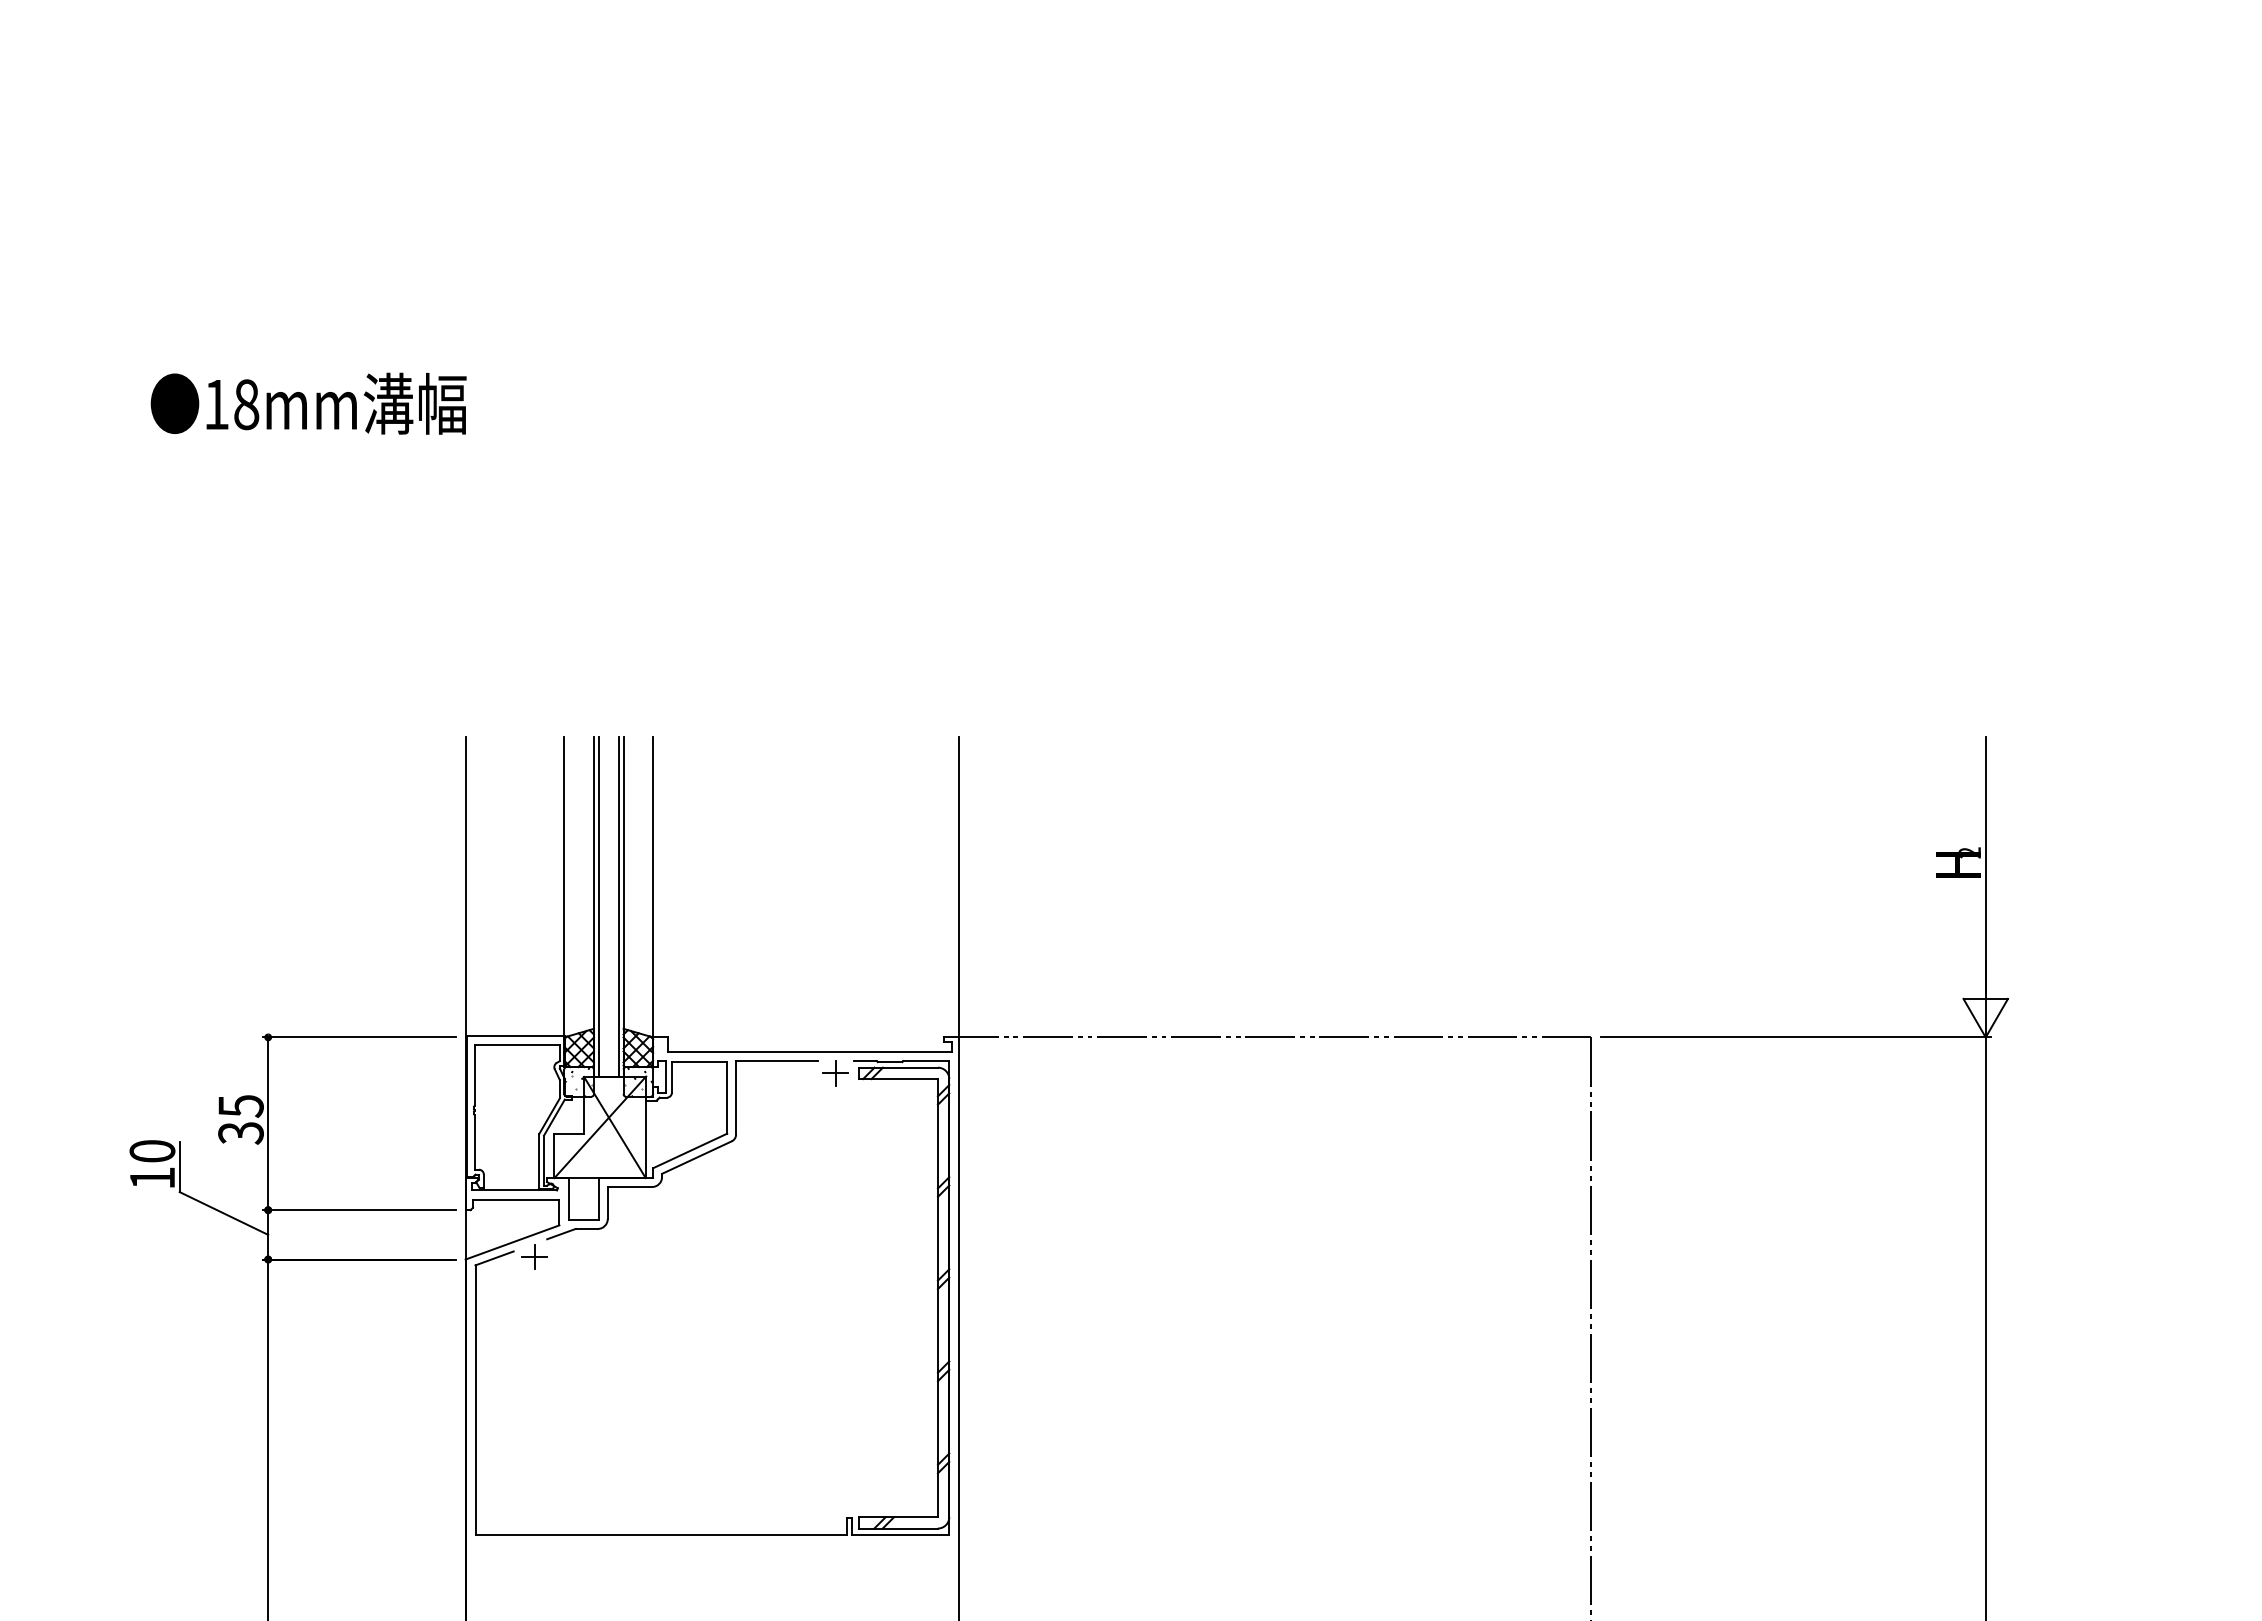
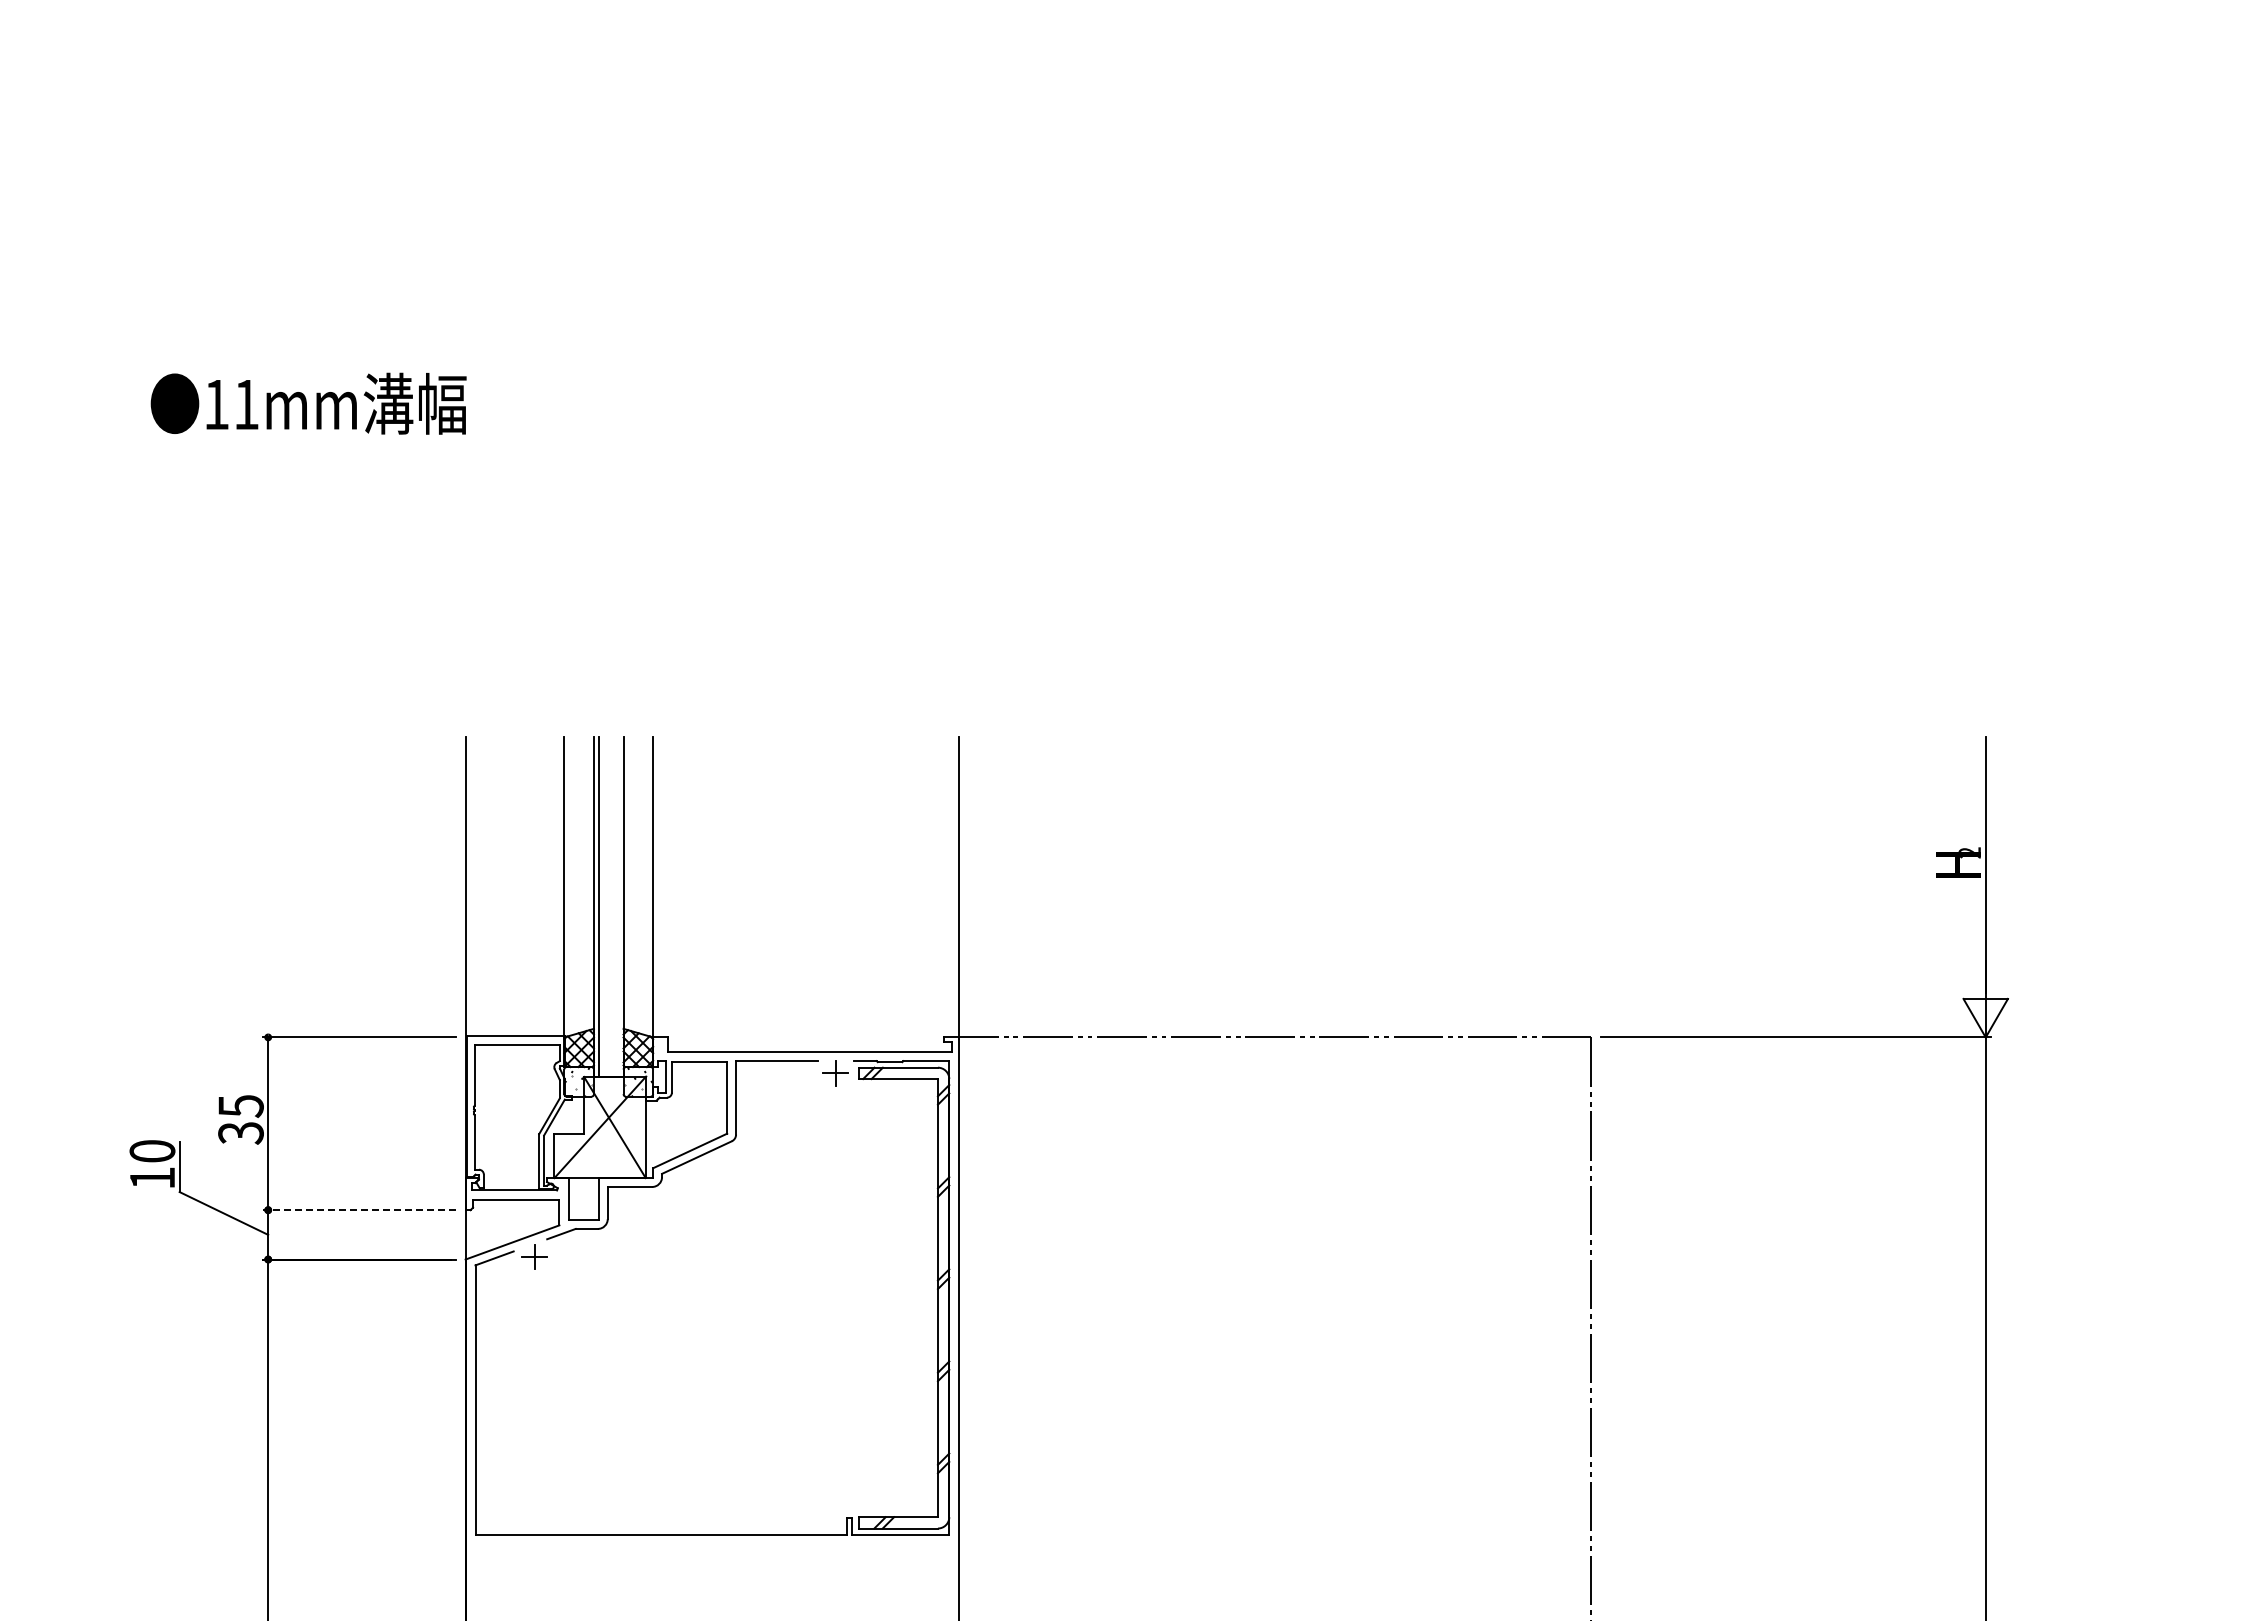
text at (246, 404): 18mm -> 11mm
line at (618, 906): present -> none
line at (359, 1210): solid -> dashed
